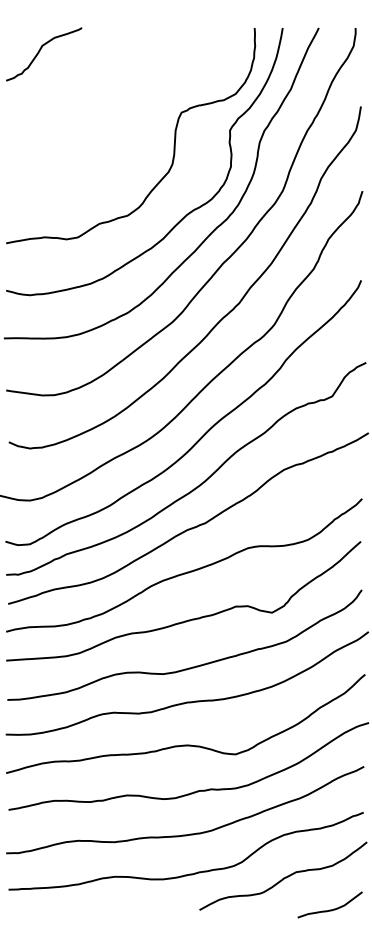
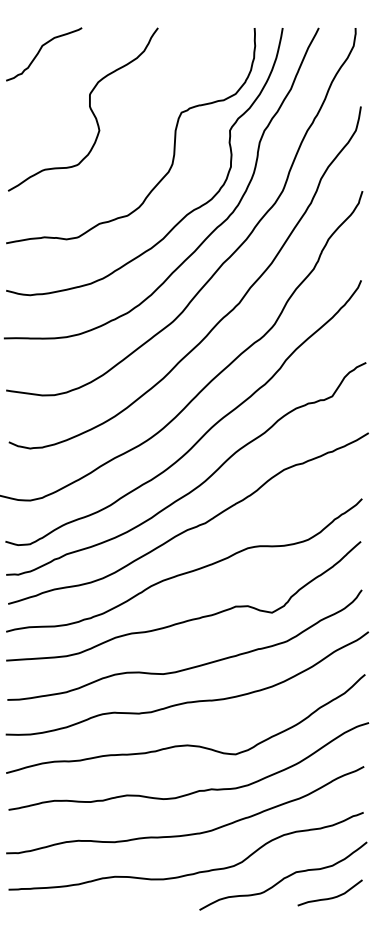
curve at (89, 108): none -> present
curve at (329, 909) position: (329, 909) -> (329, 897)
